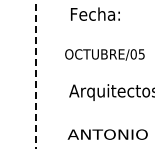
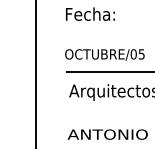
text at (95, 13) position: (95, 13) -> (90, 13)
line at (109, 72): none -> present
line at (35, 74): dashed -> solid
